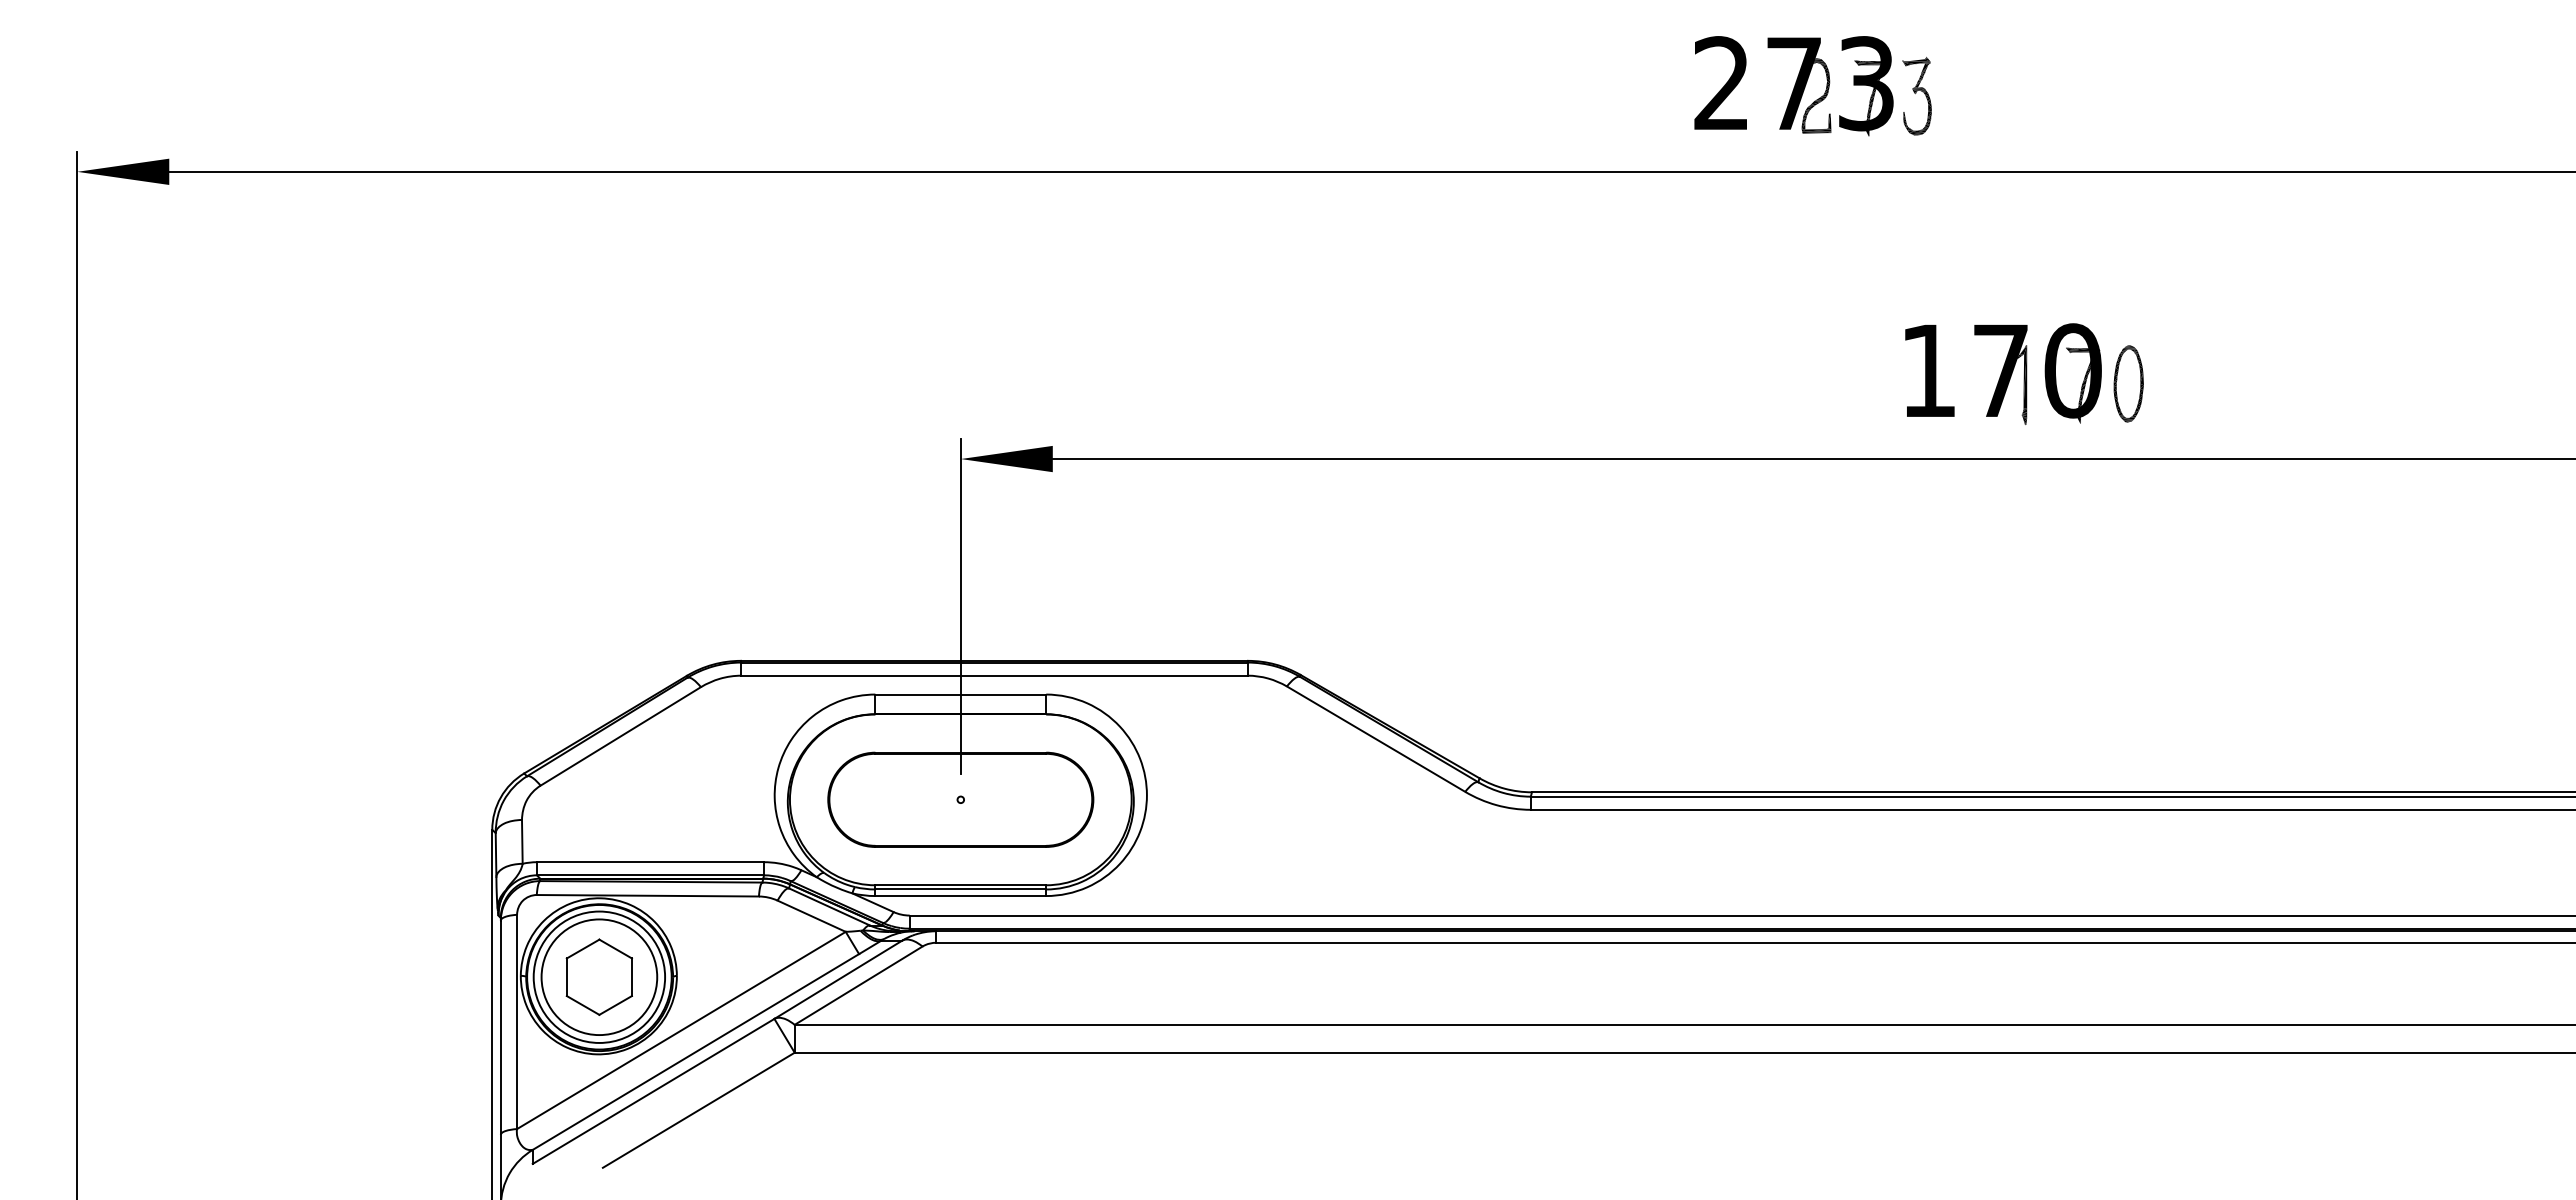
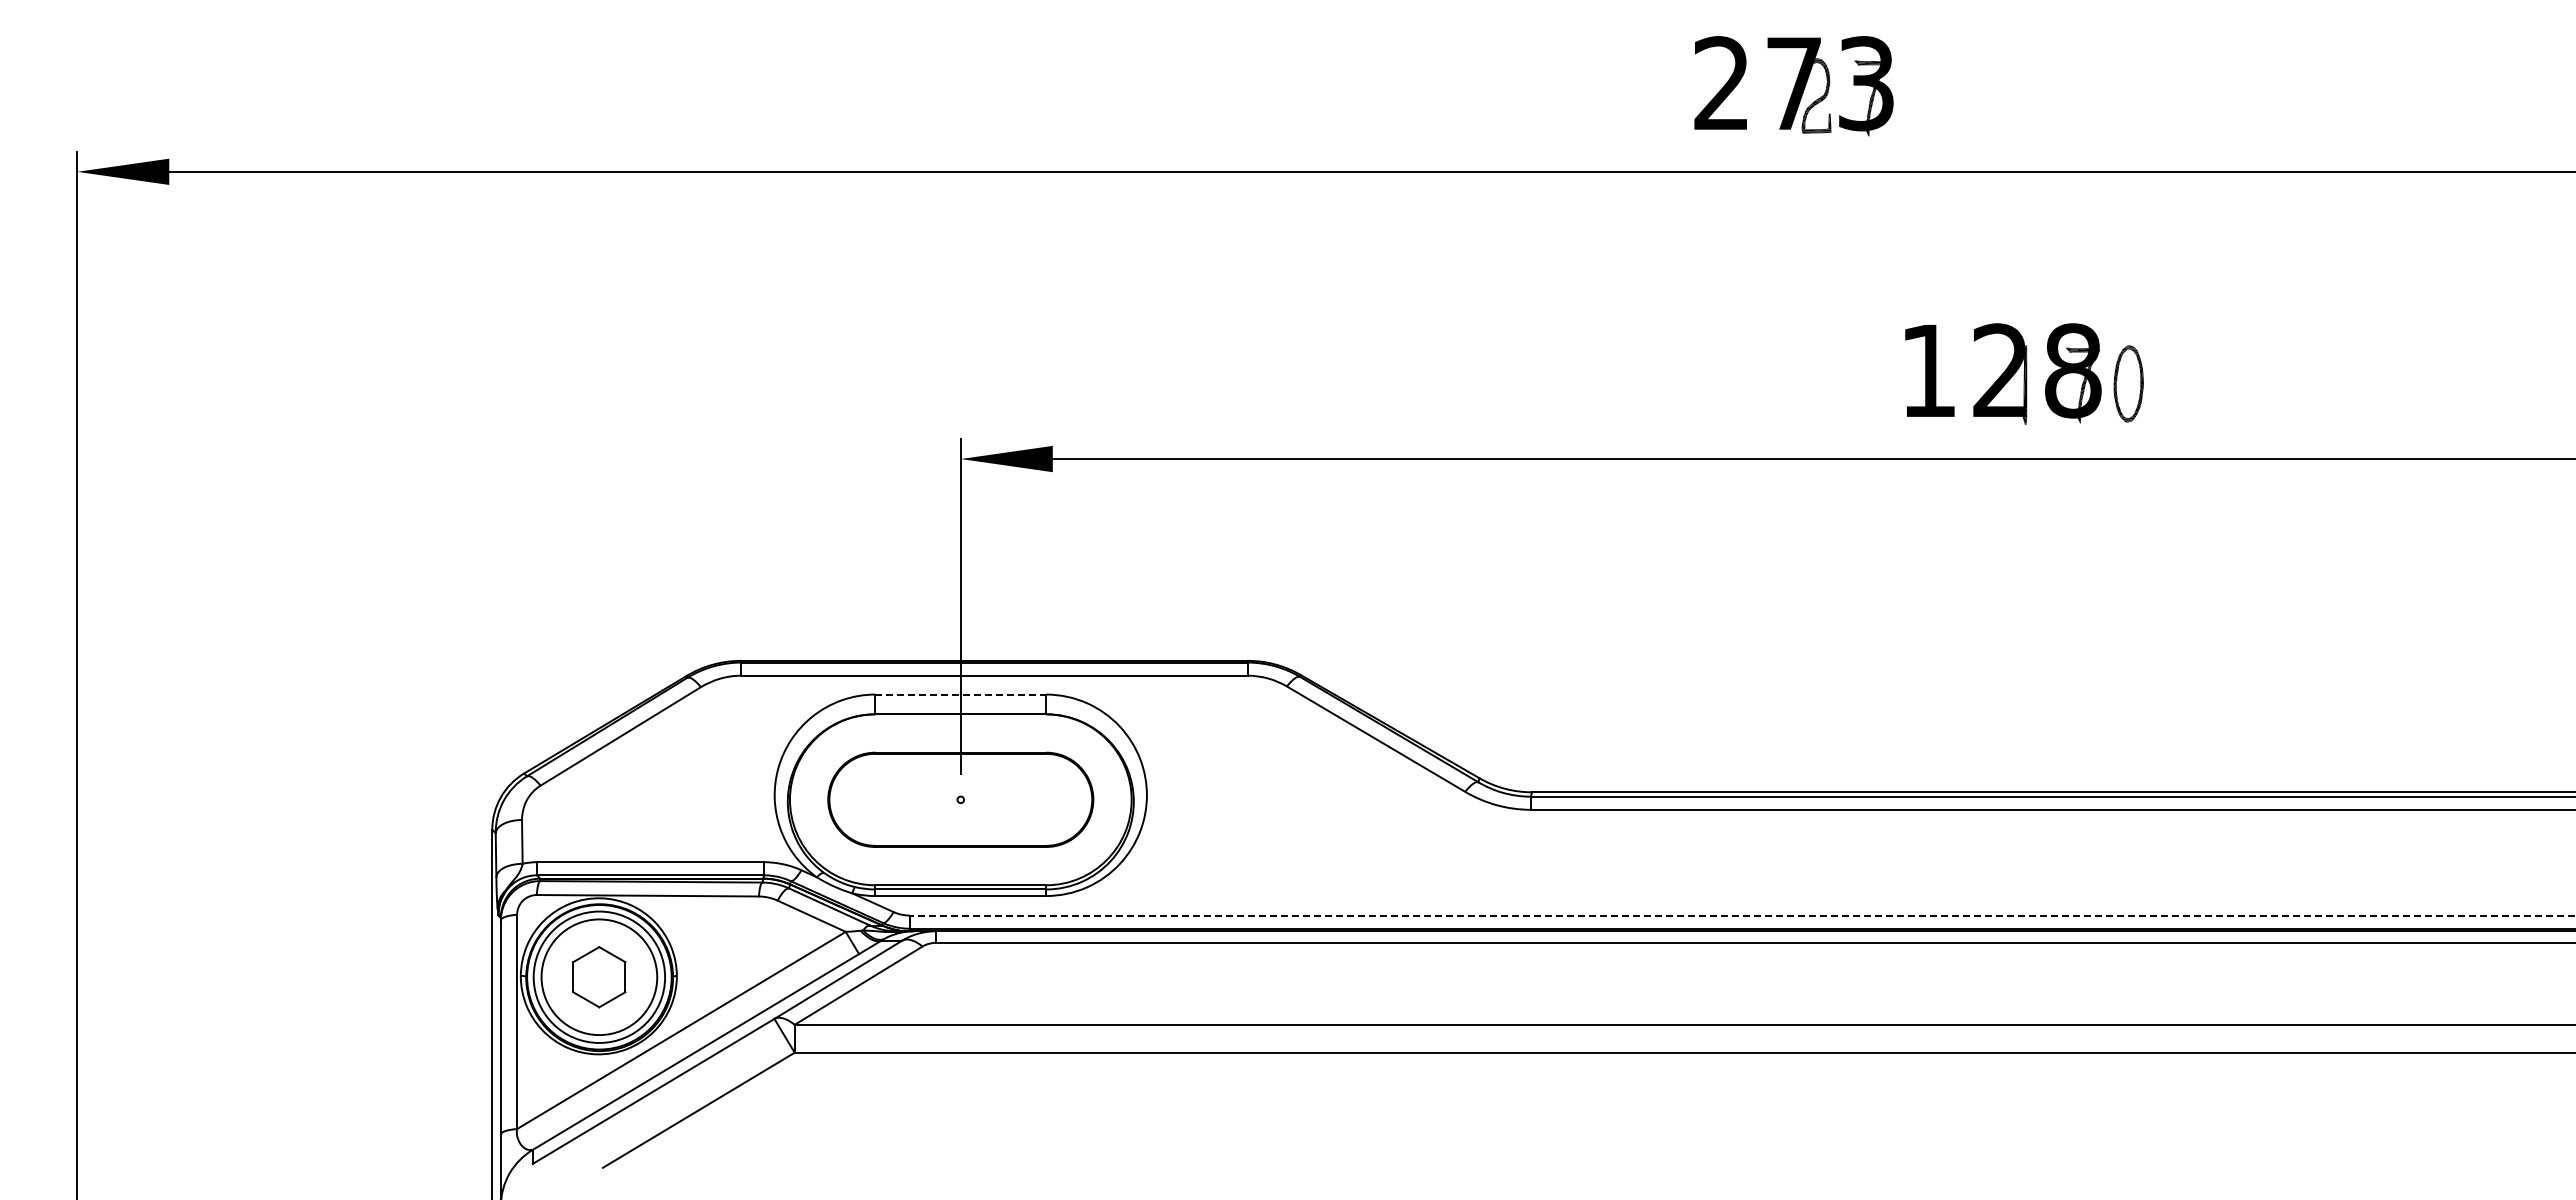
part at (1916, 96): present -> none
text at (2037, 370): 170 -> 128
line at (961, 694): solid -> dashed
line at (1742, 915): solid -> dashed
part at (598, 976) size: 68x78 px -> 55x63 px
